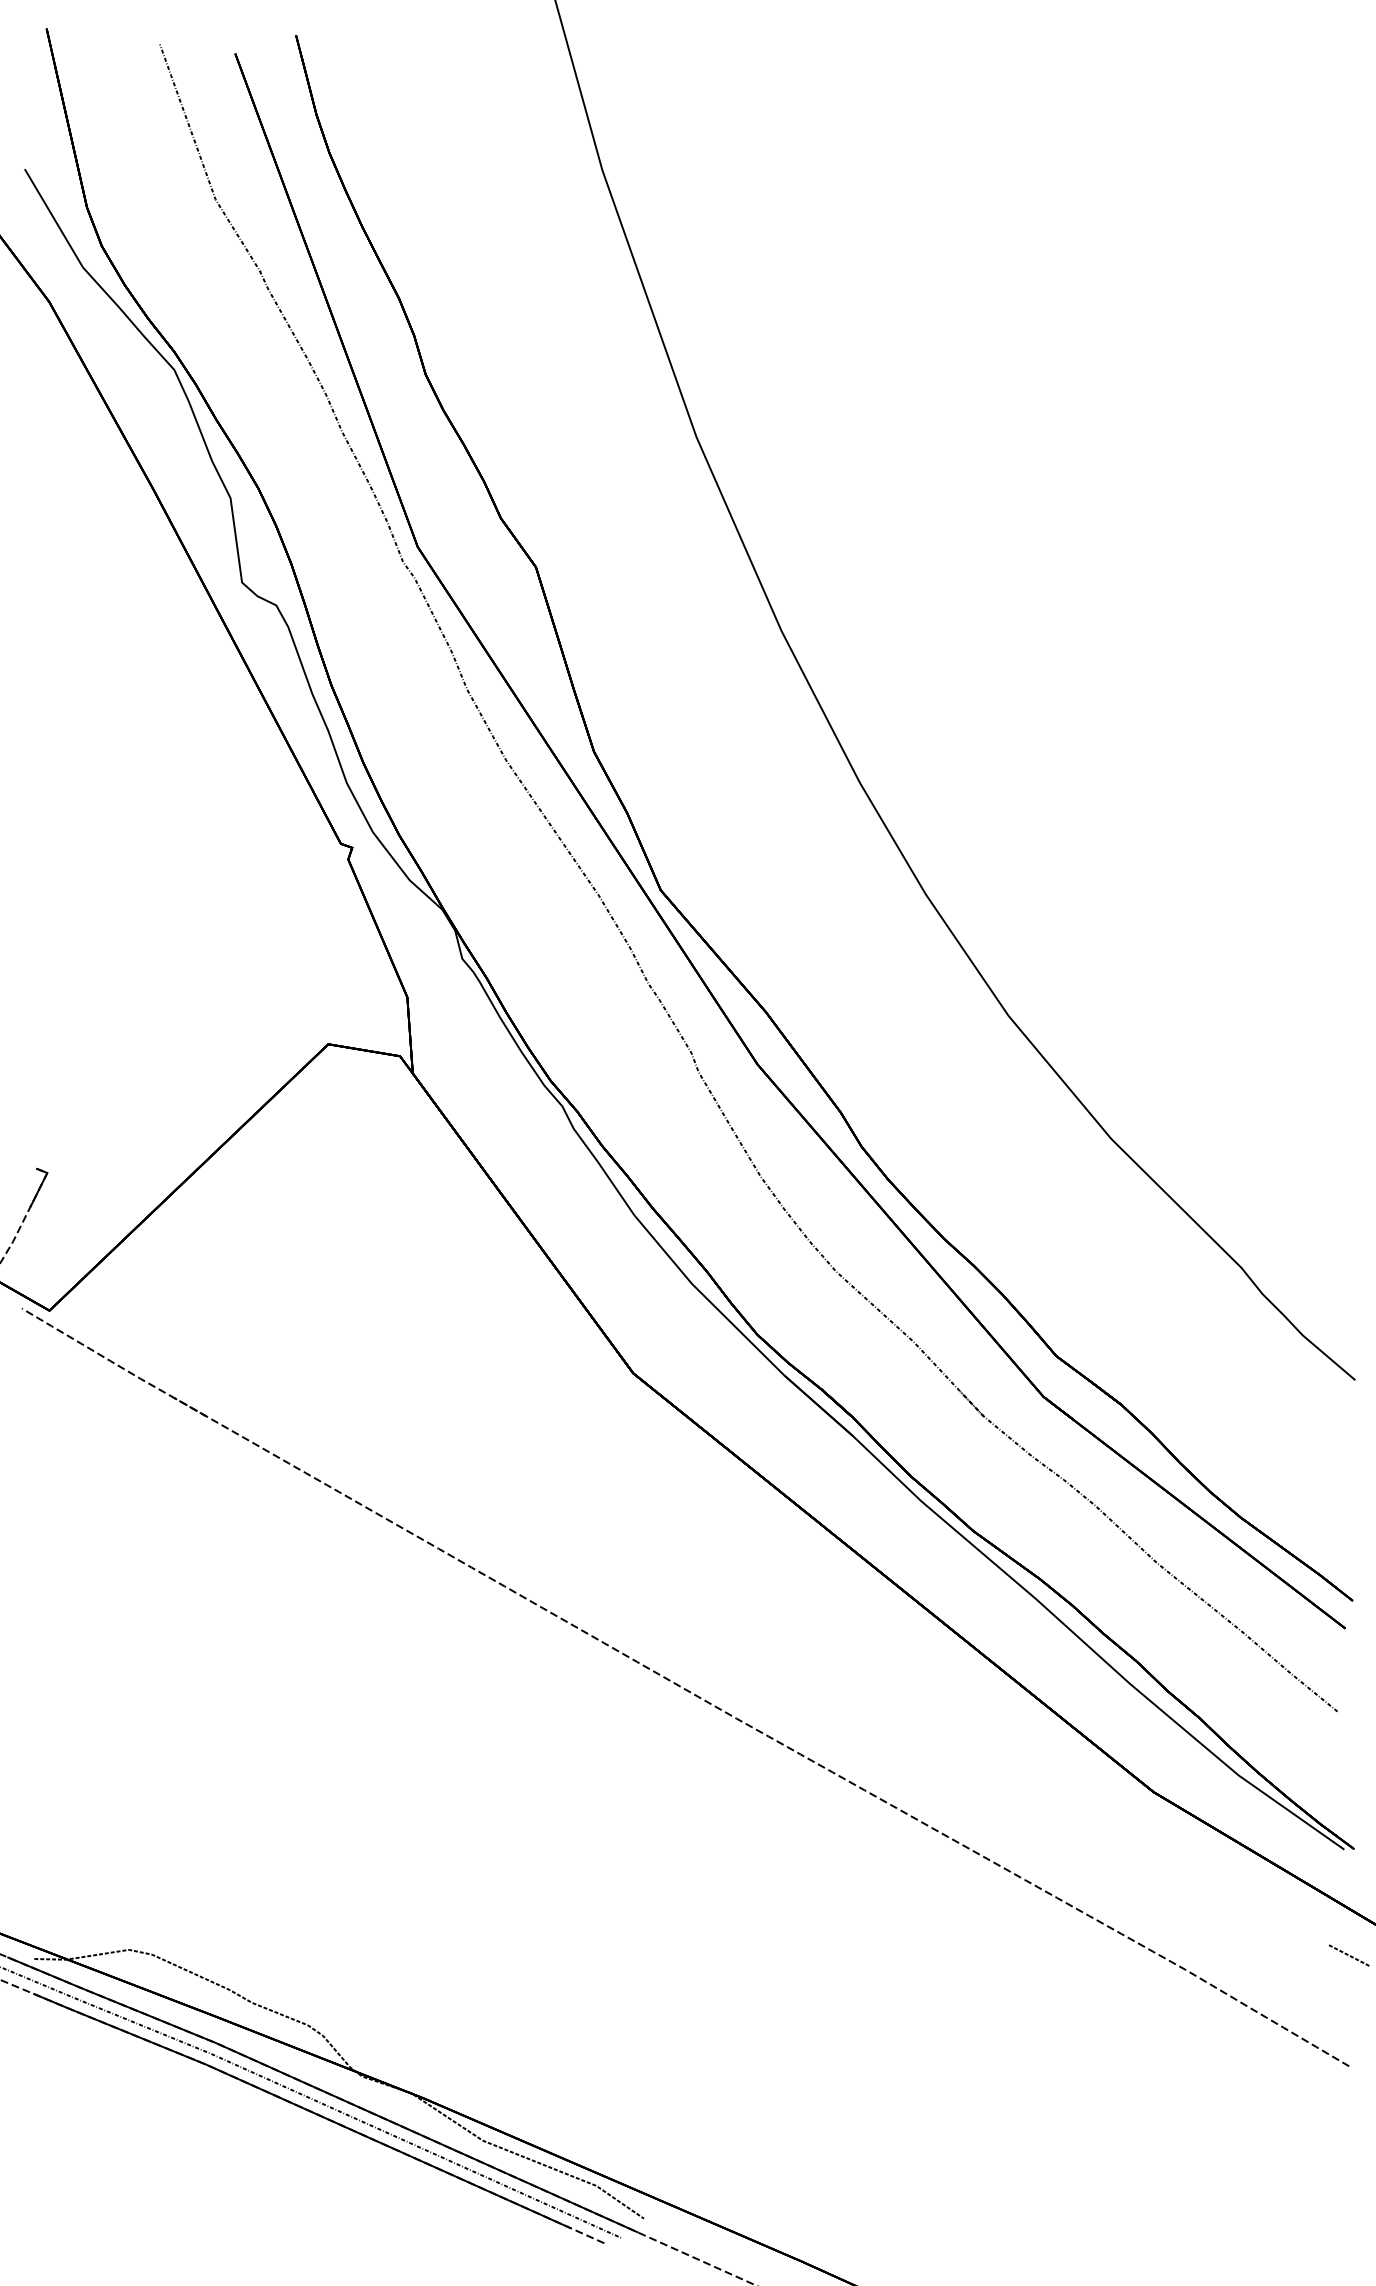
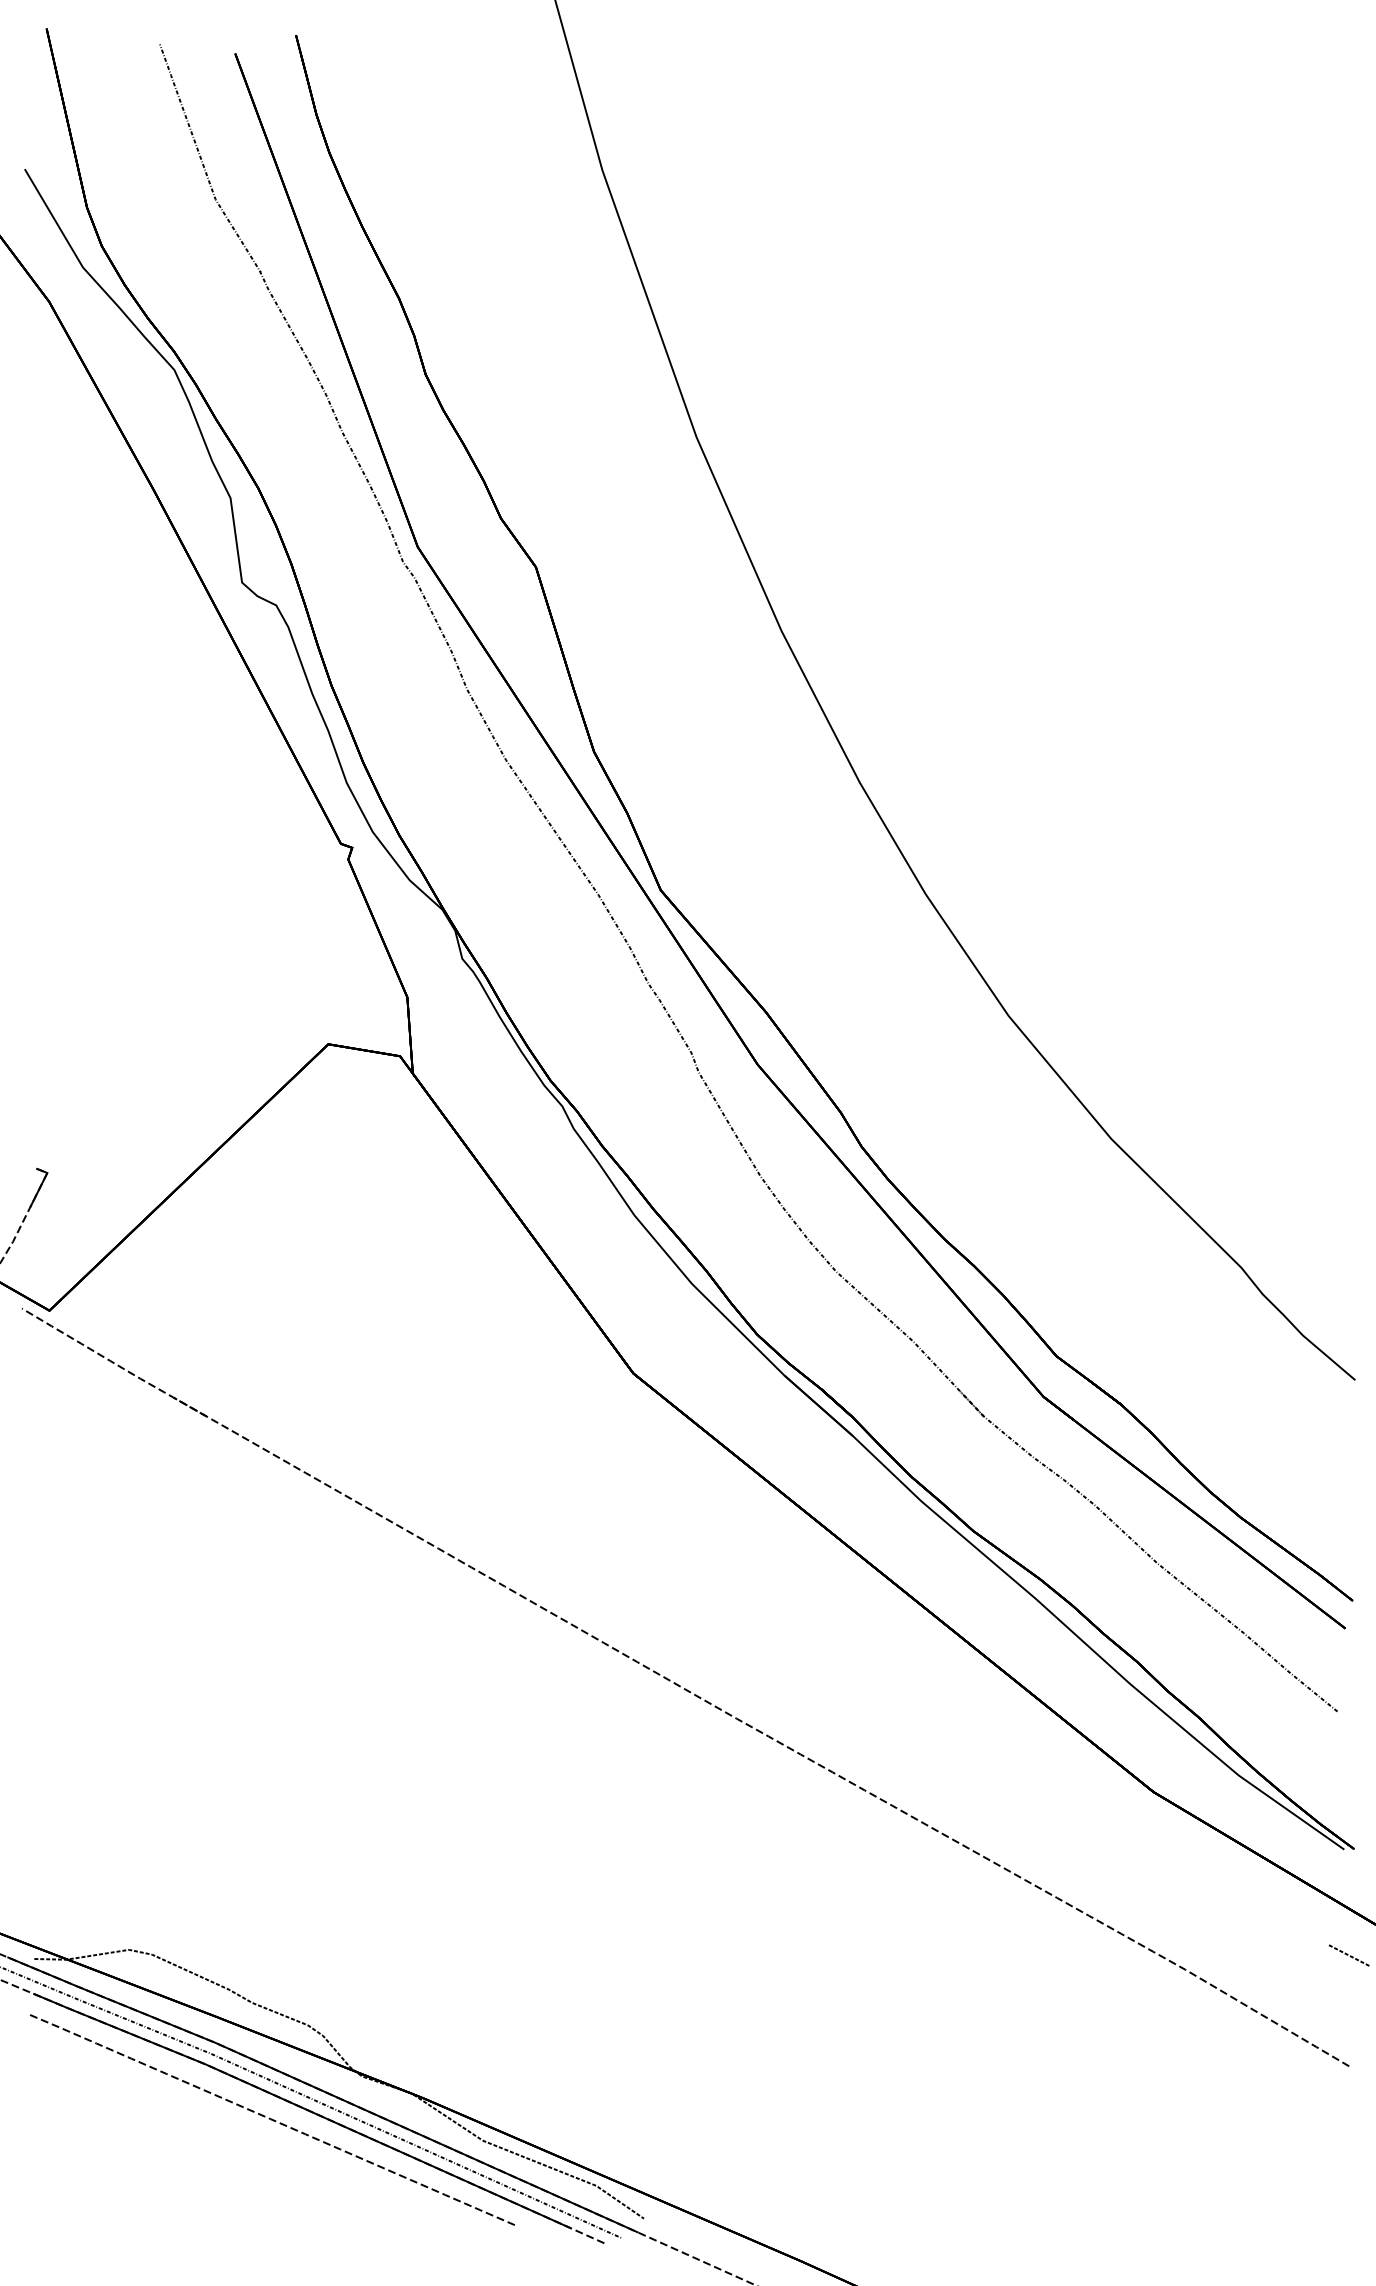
curve at (272, 2119): none -> present
